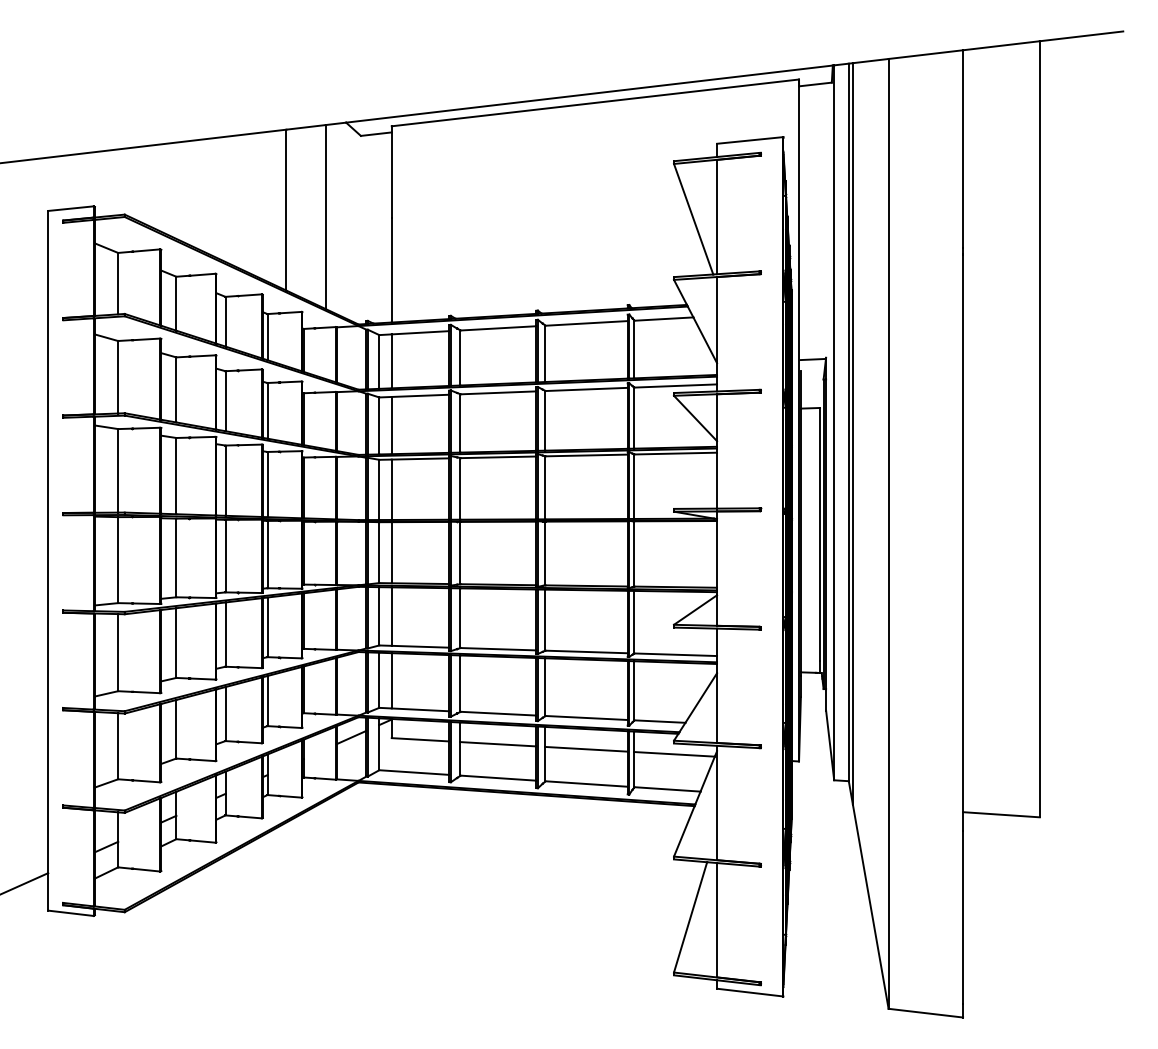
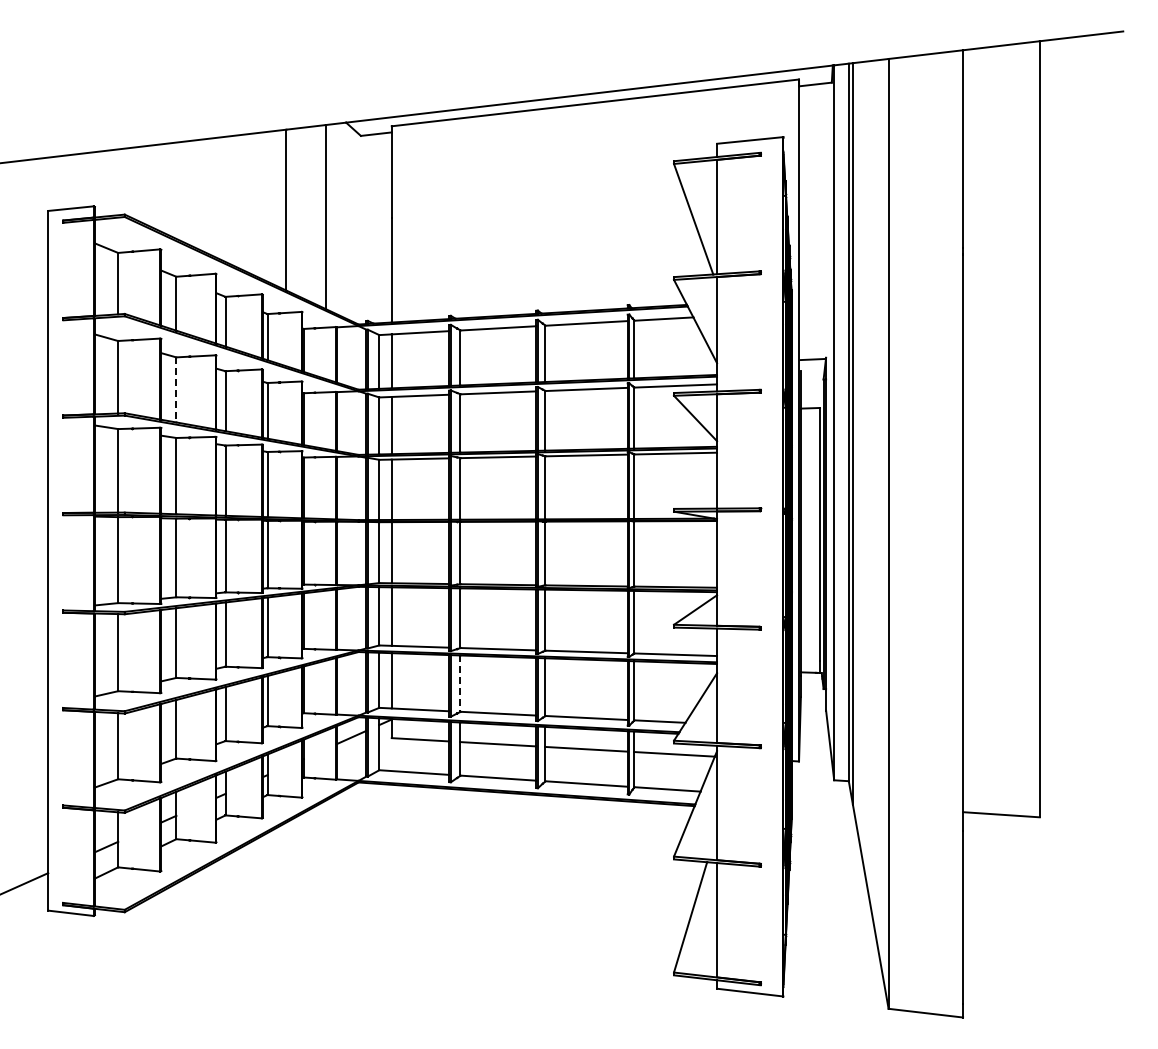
line at (176, 389): solid -> dashed
line at (460, 684): solid -> dashed
